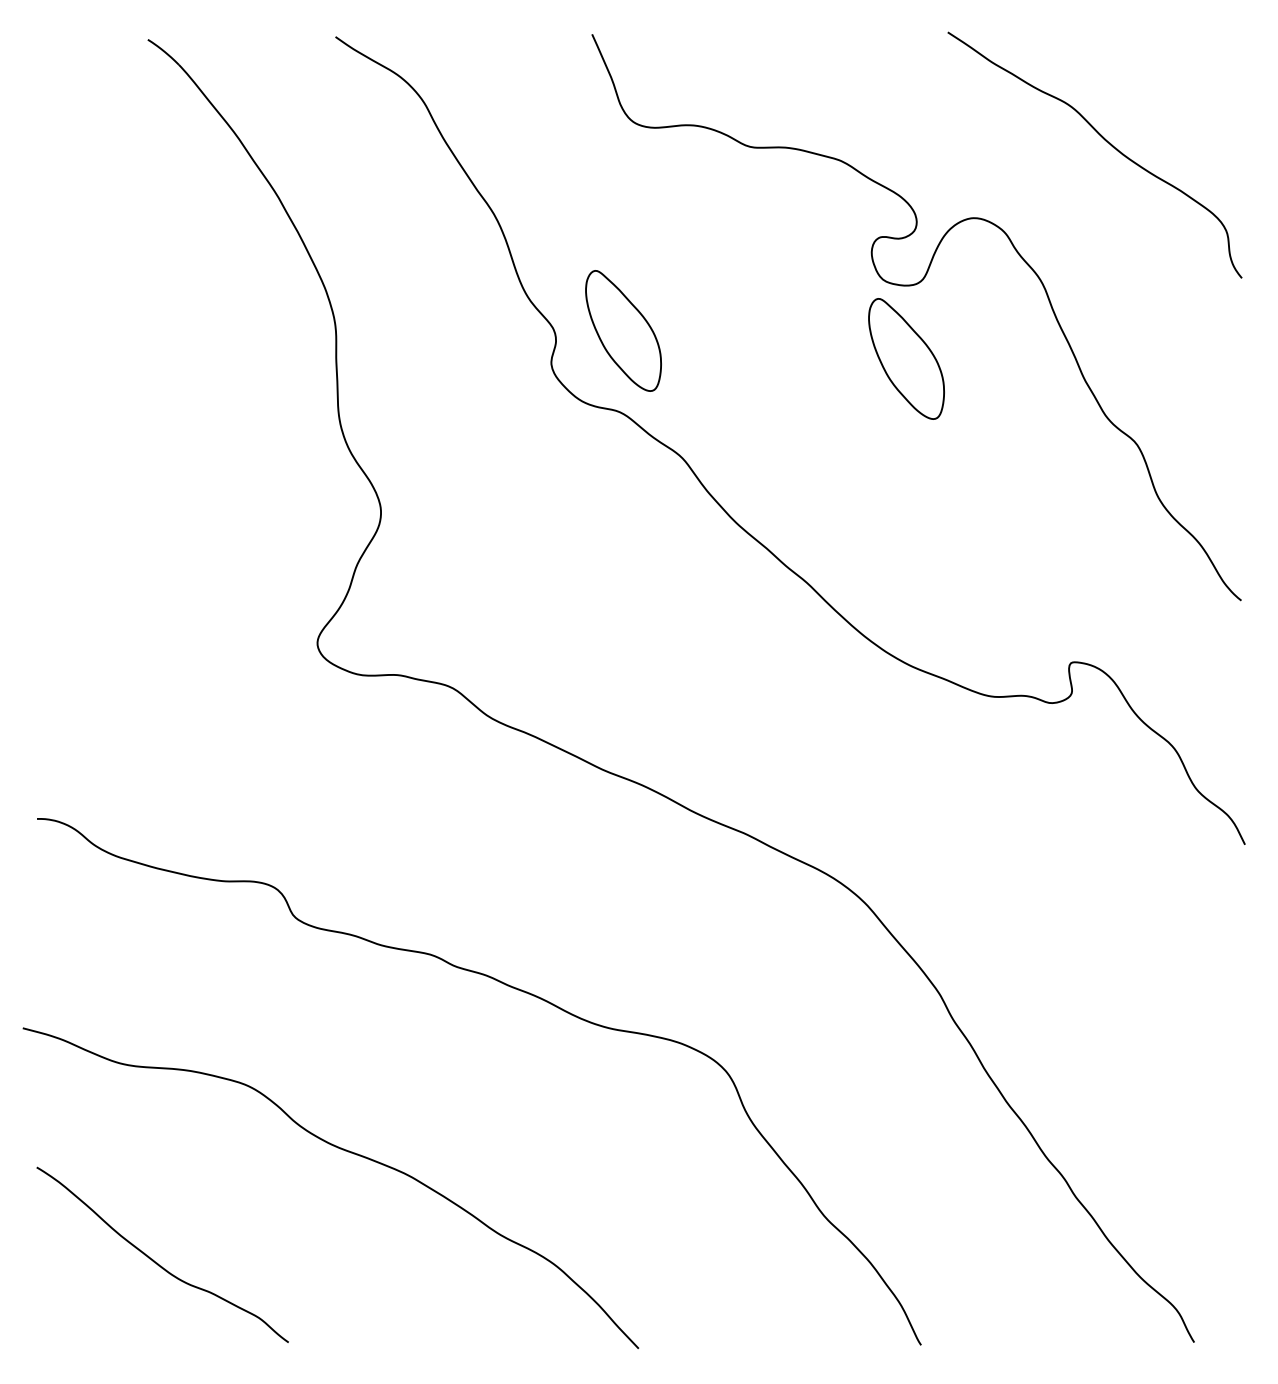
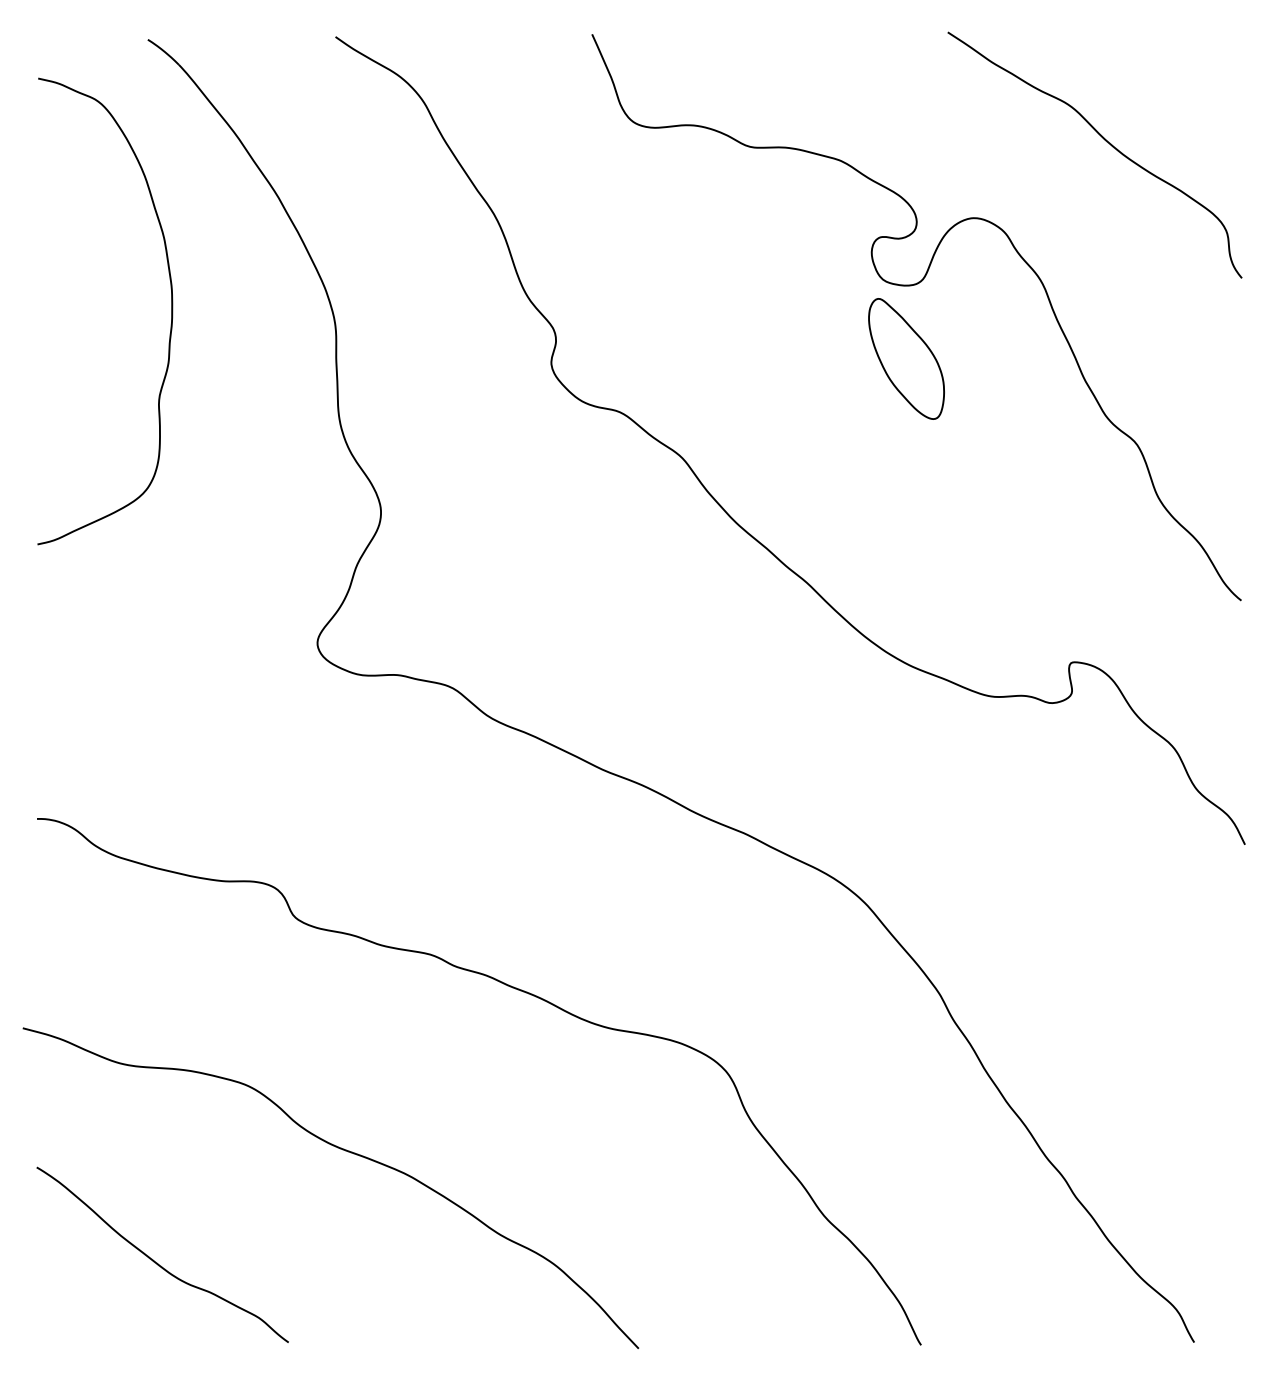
curve at (171, 311): none -> present
part at (623, 330): present -> none
